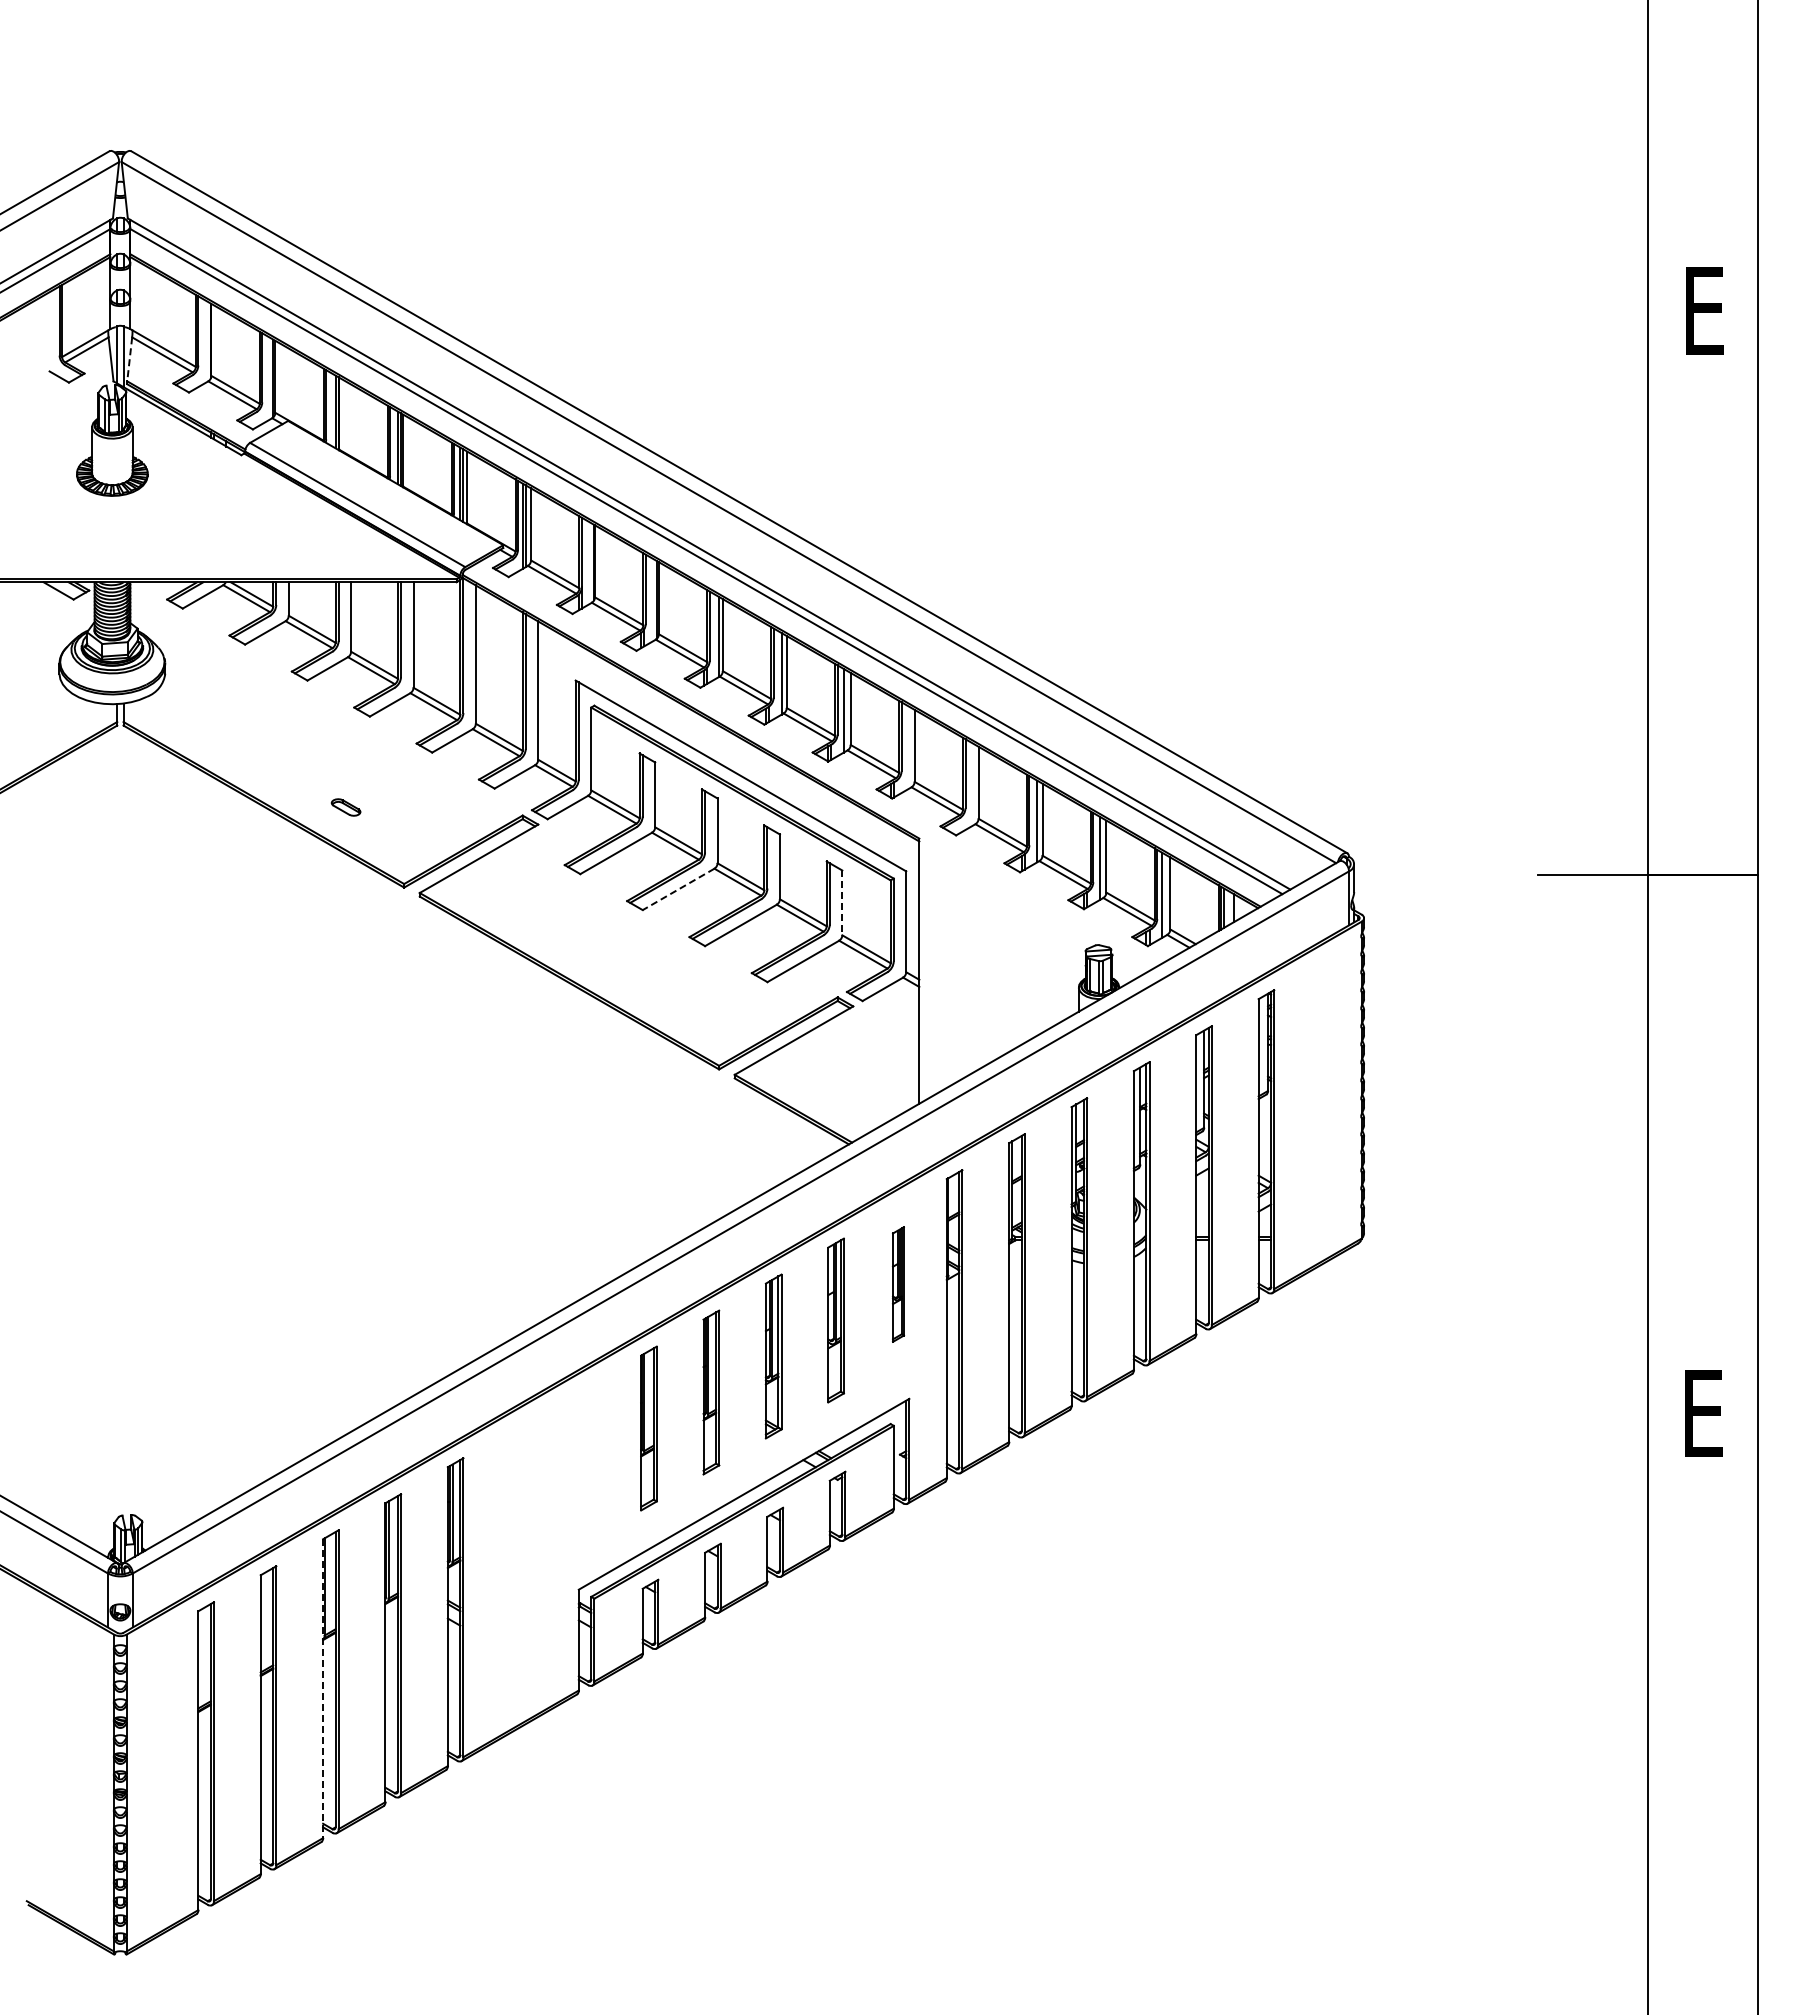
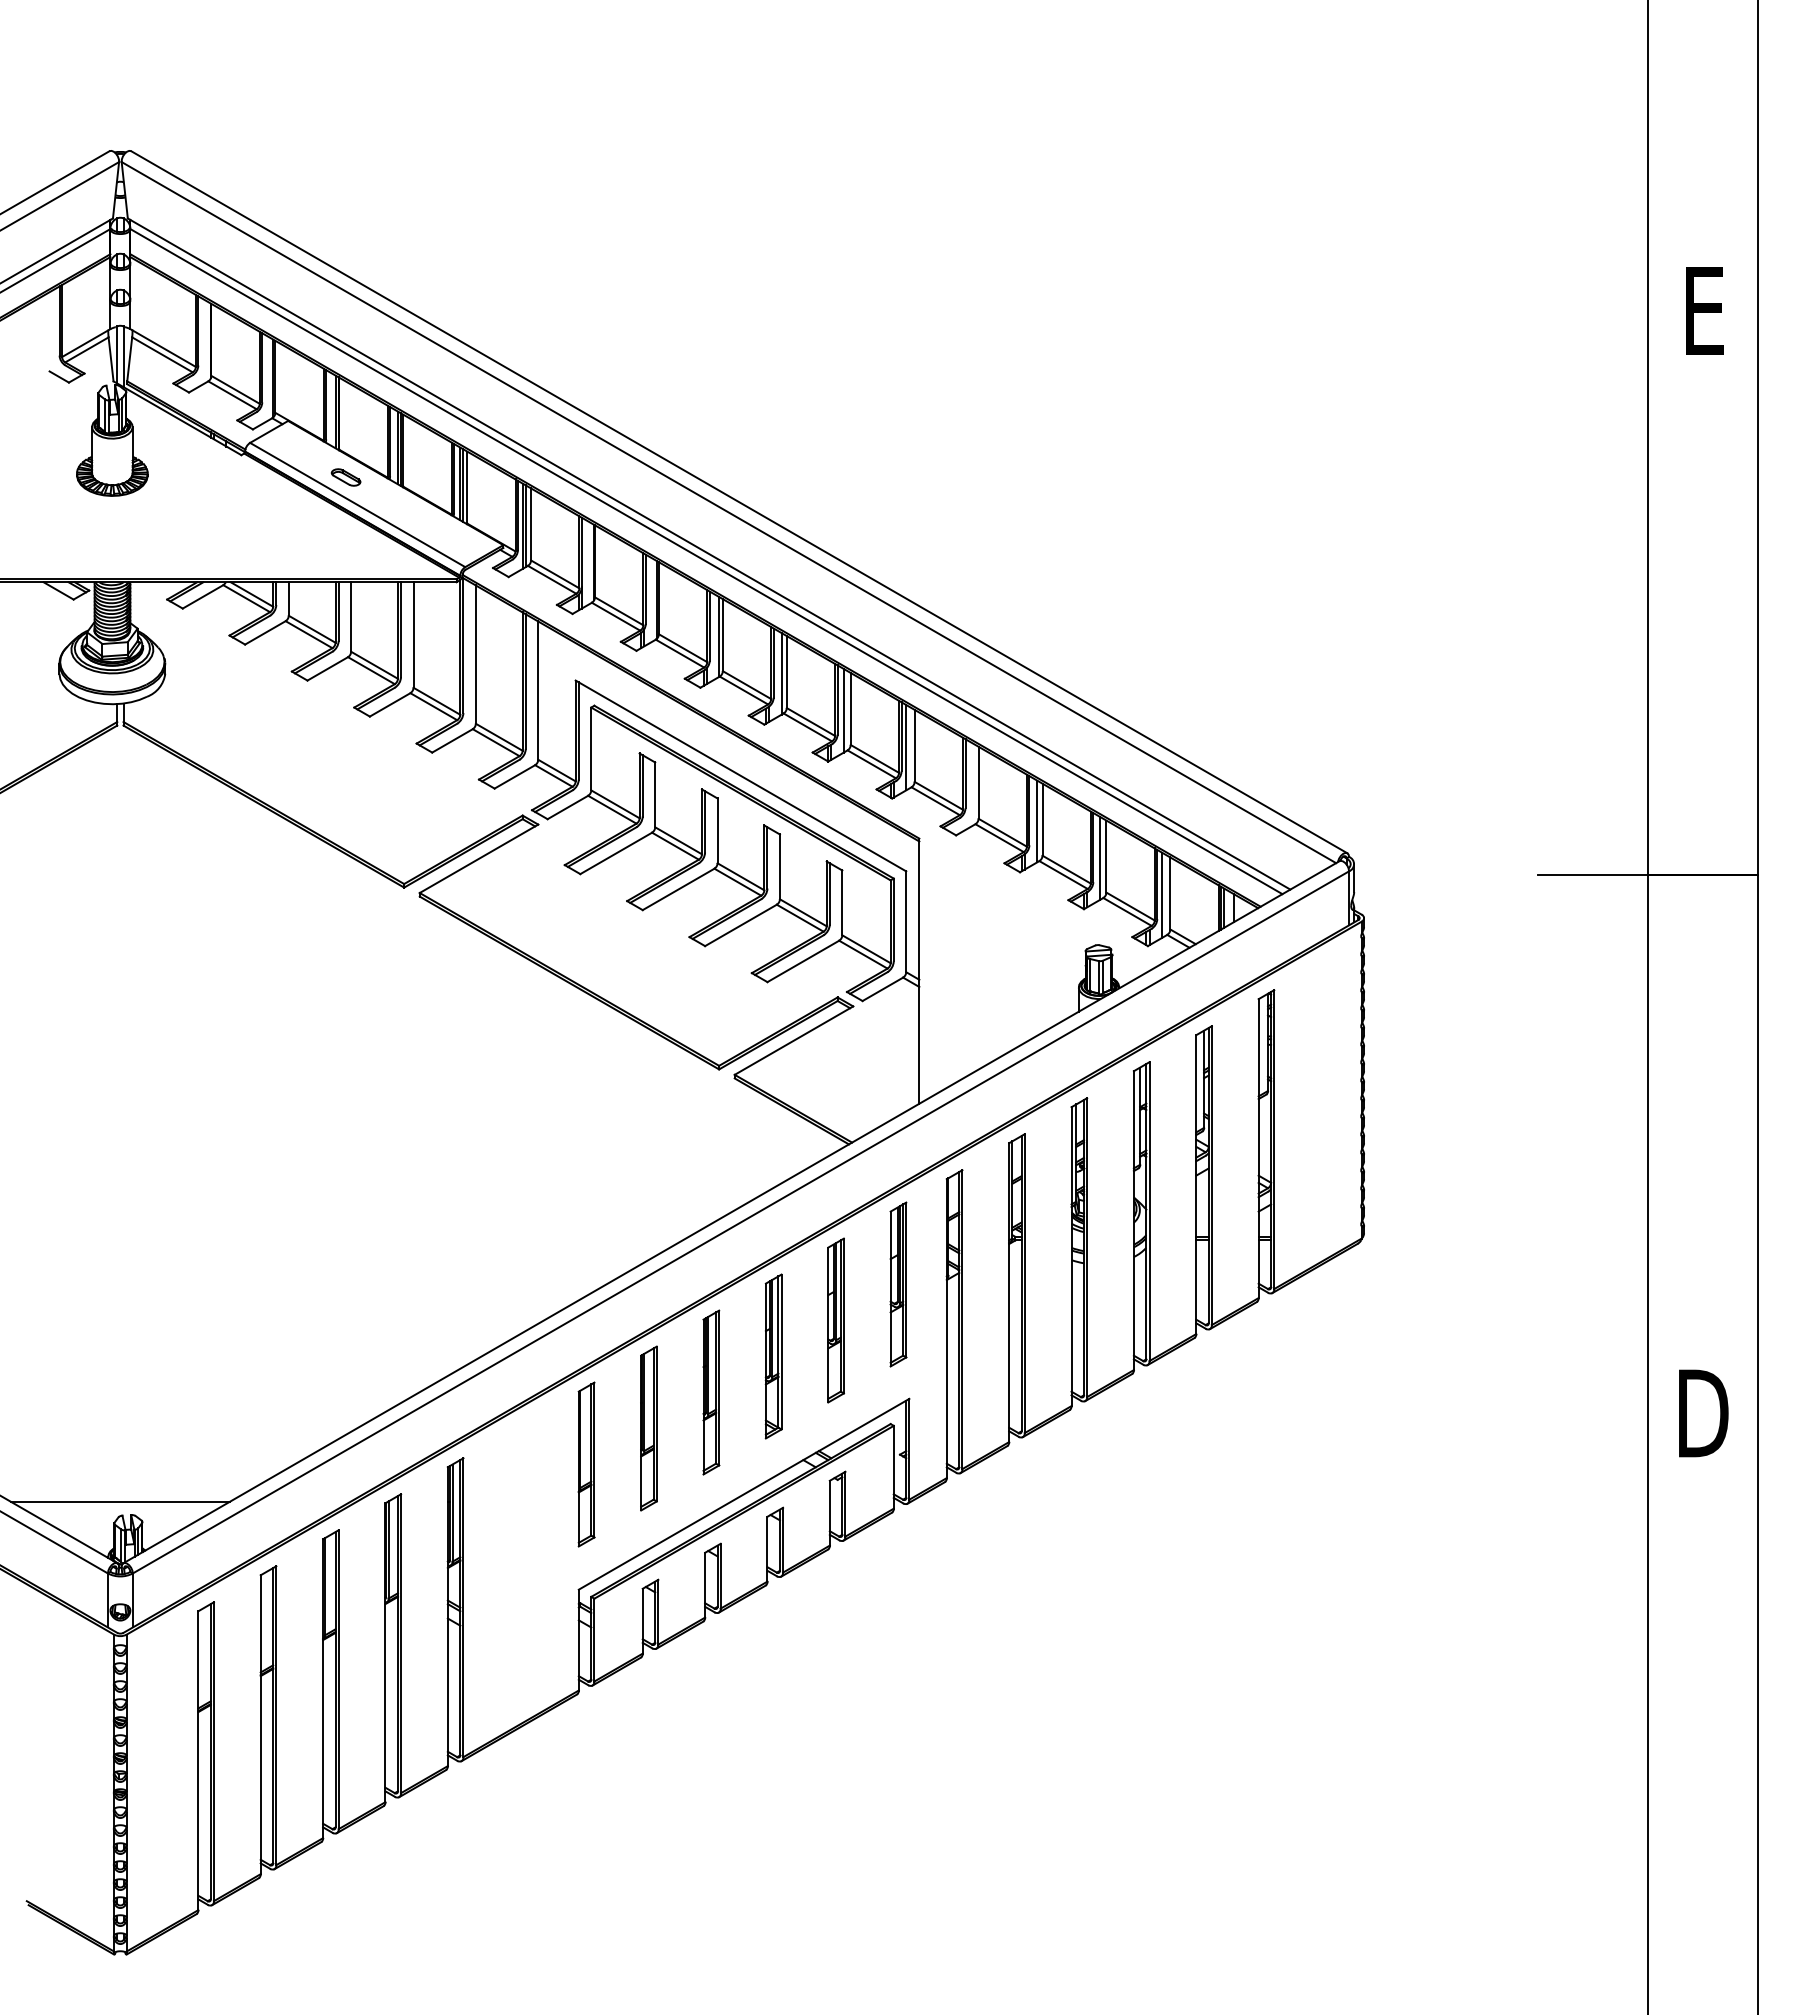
line at (129, 359): dashed -> solid
line at (906, 747): none -> present
part at (345, 807) position: (345, 807) -> (345, 477)
line at (678, 889): dashed -> solid
line at (842, 903): dashed -> solid
part at (898, 1284) size: 14x117 px -> 19x167 px
text at (1703, 1413): E -> D
part at (586, 1464): none -> present
line at (119, 1501): none -> present
line at (323, 1689): dashed -> solid
